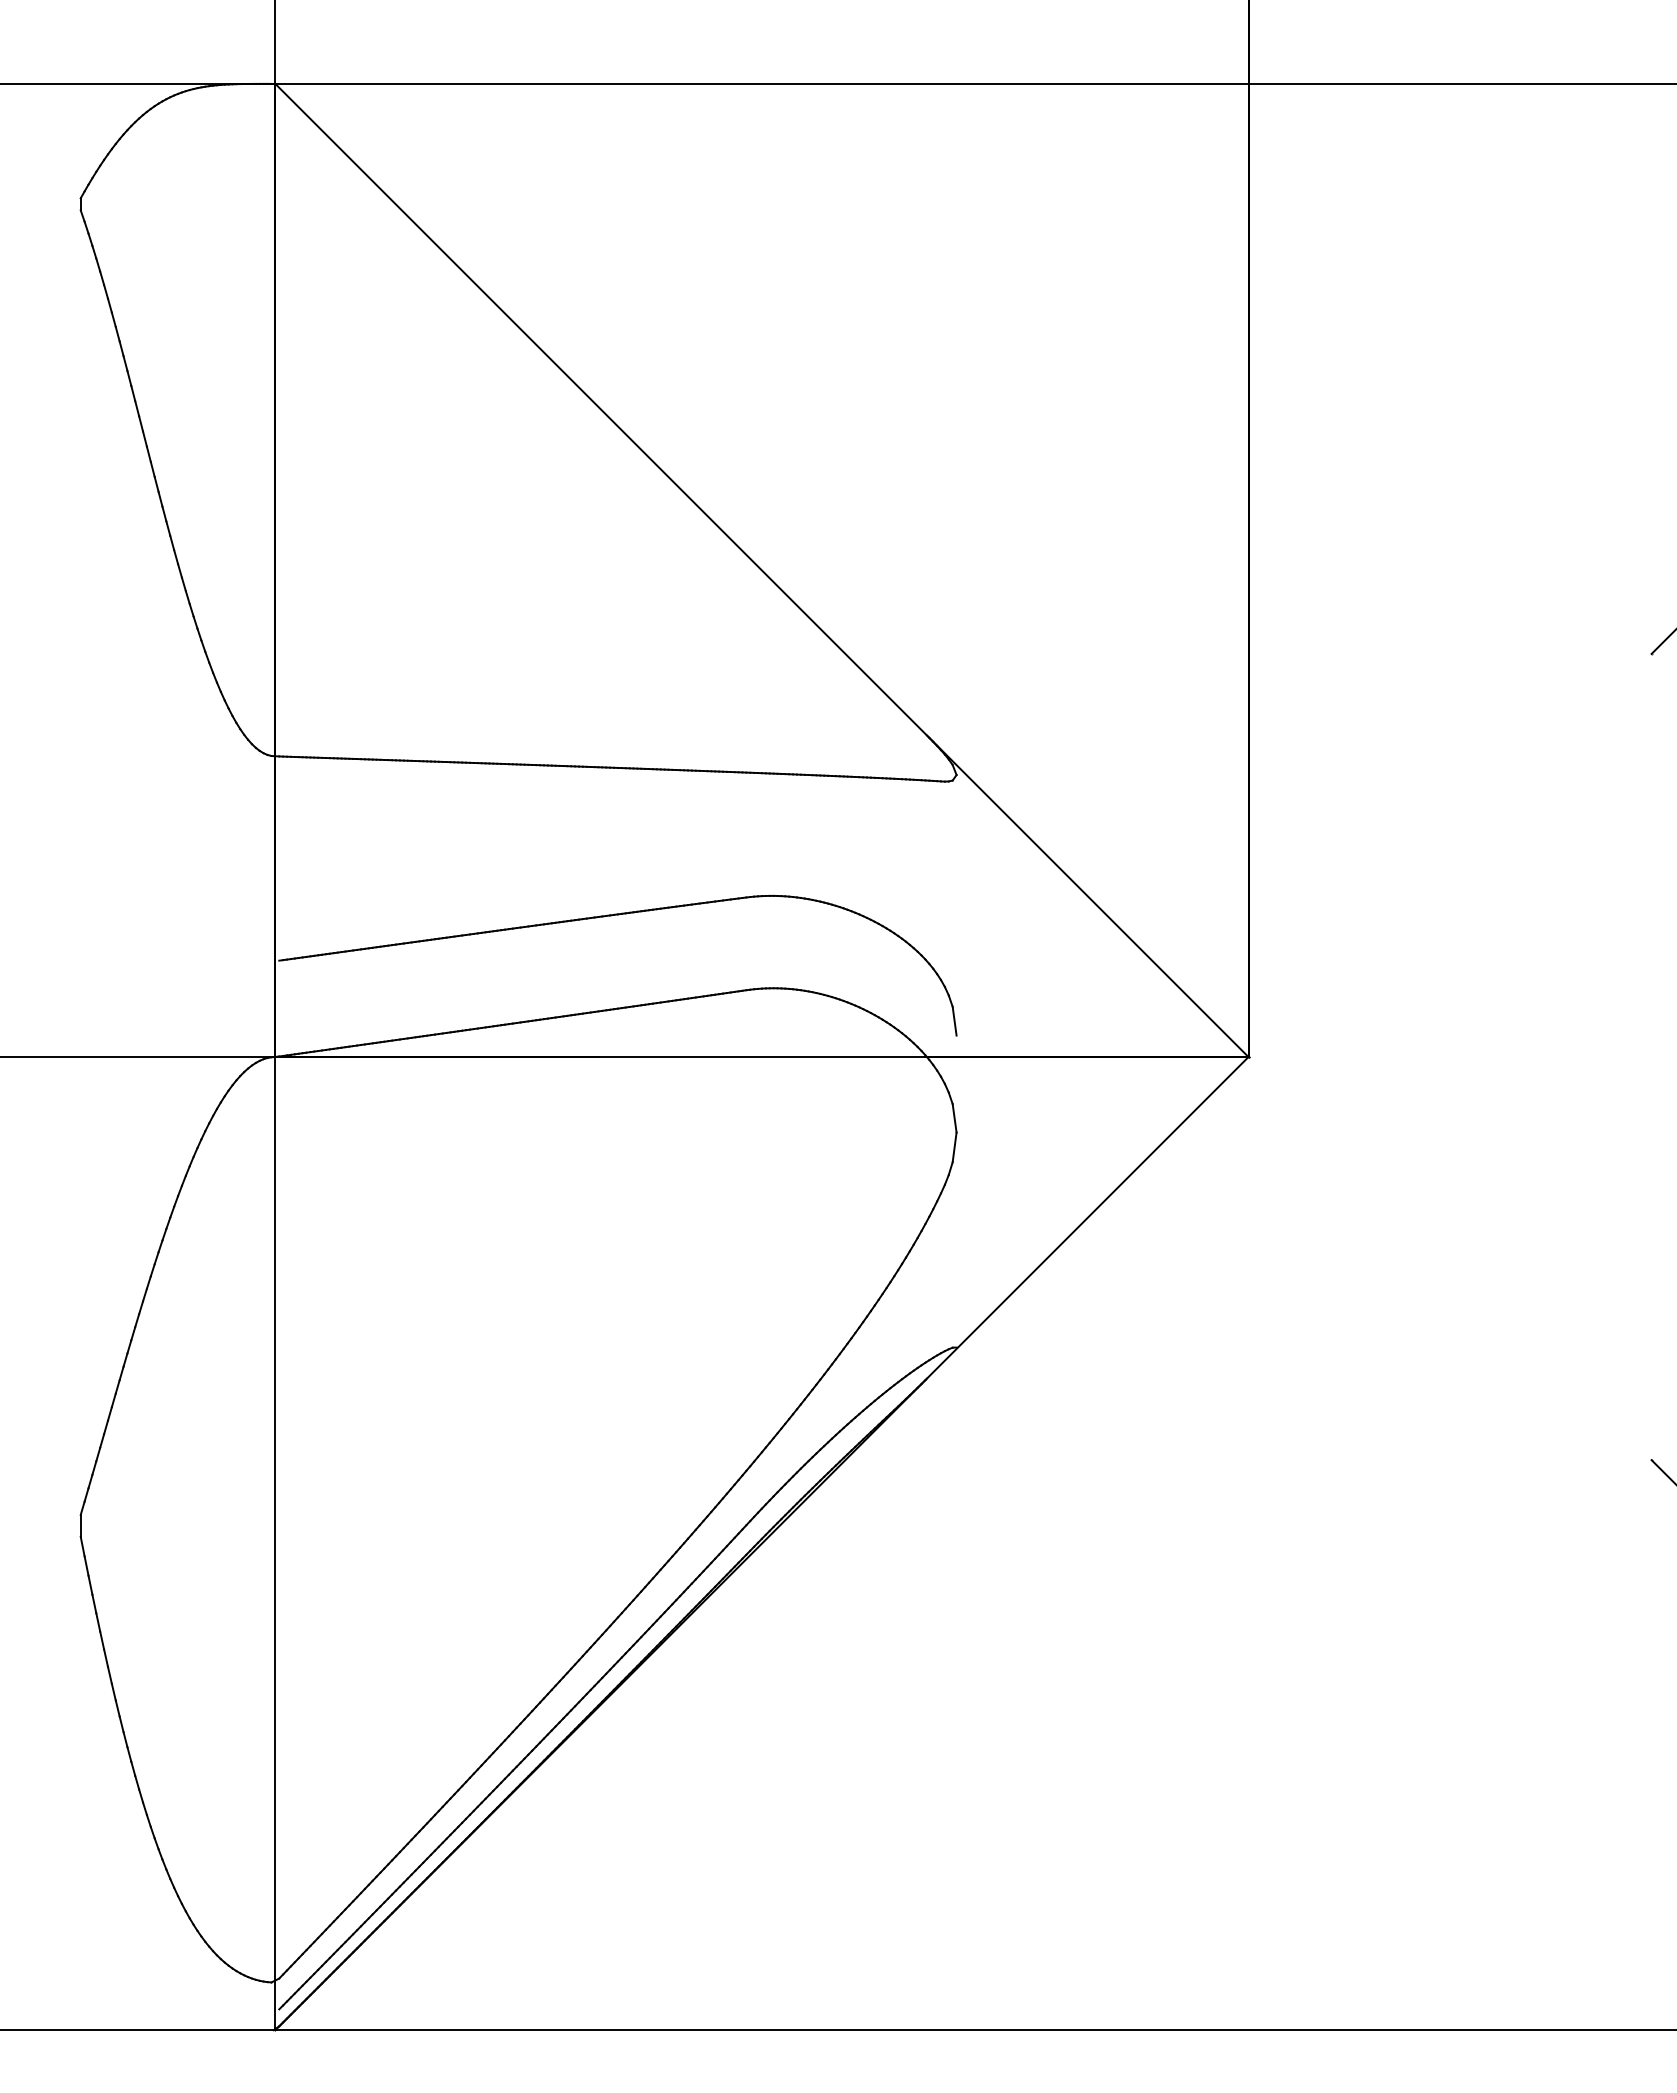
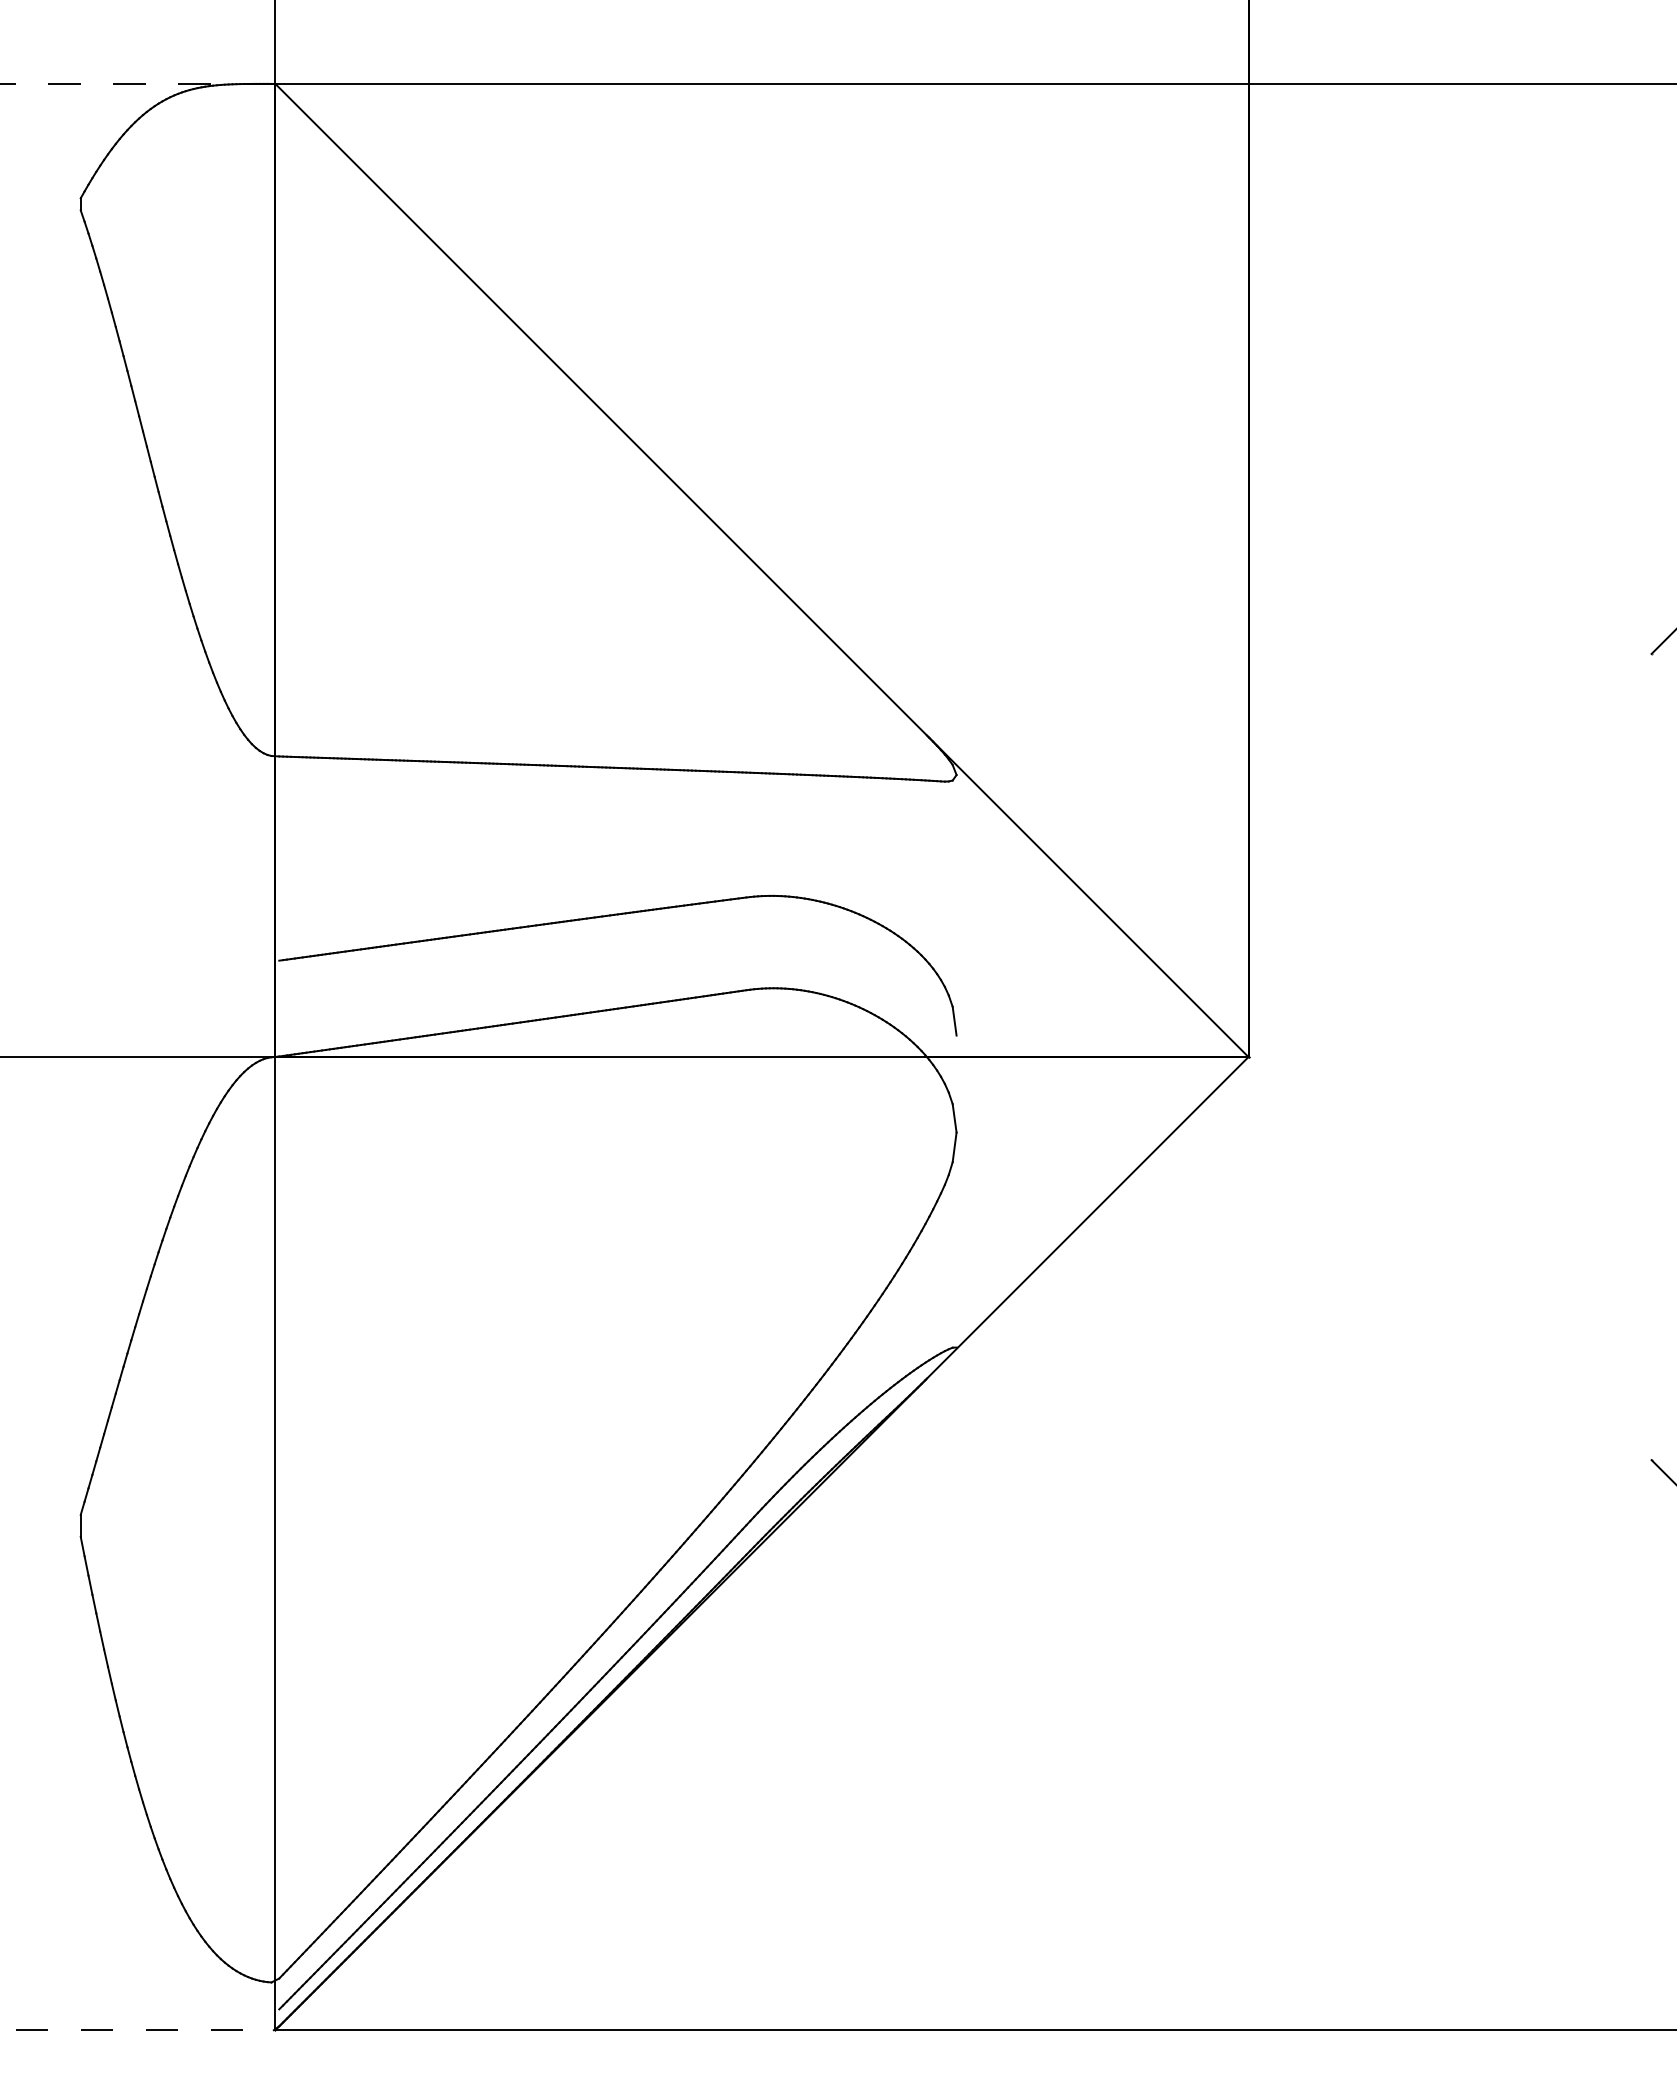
line at (137, 83): solid -> dashed
line at (138, 2030): solid -> dashed
